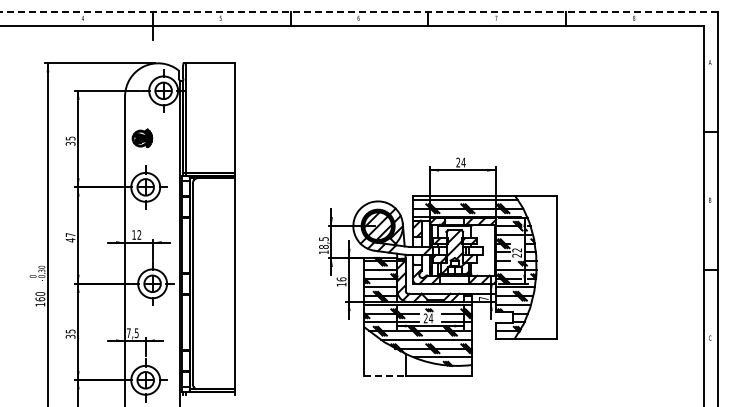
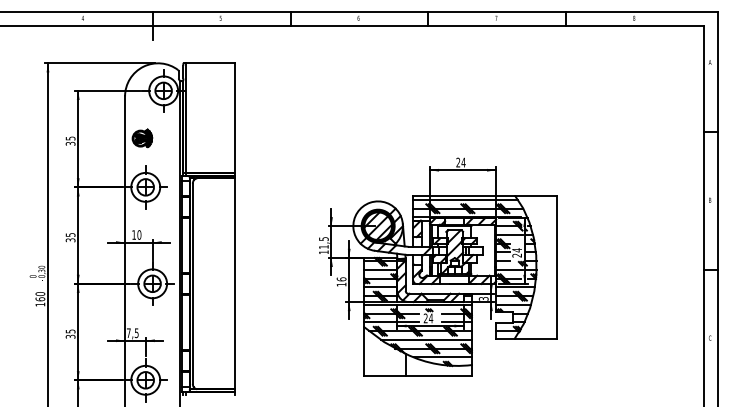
line at (359, 12): dashed -> solid
text at (139, 234): 12 -> 10
text at (70, 237): 47 -> 35
text at (323, 246): 18,5 -> 11,5
text at (516, 250): 22 -> 24
text at (483, 298): 7 -> 3
line at (385, 376): dashed -> solid
